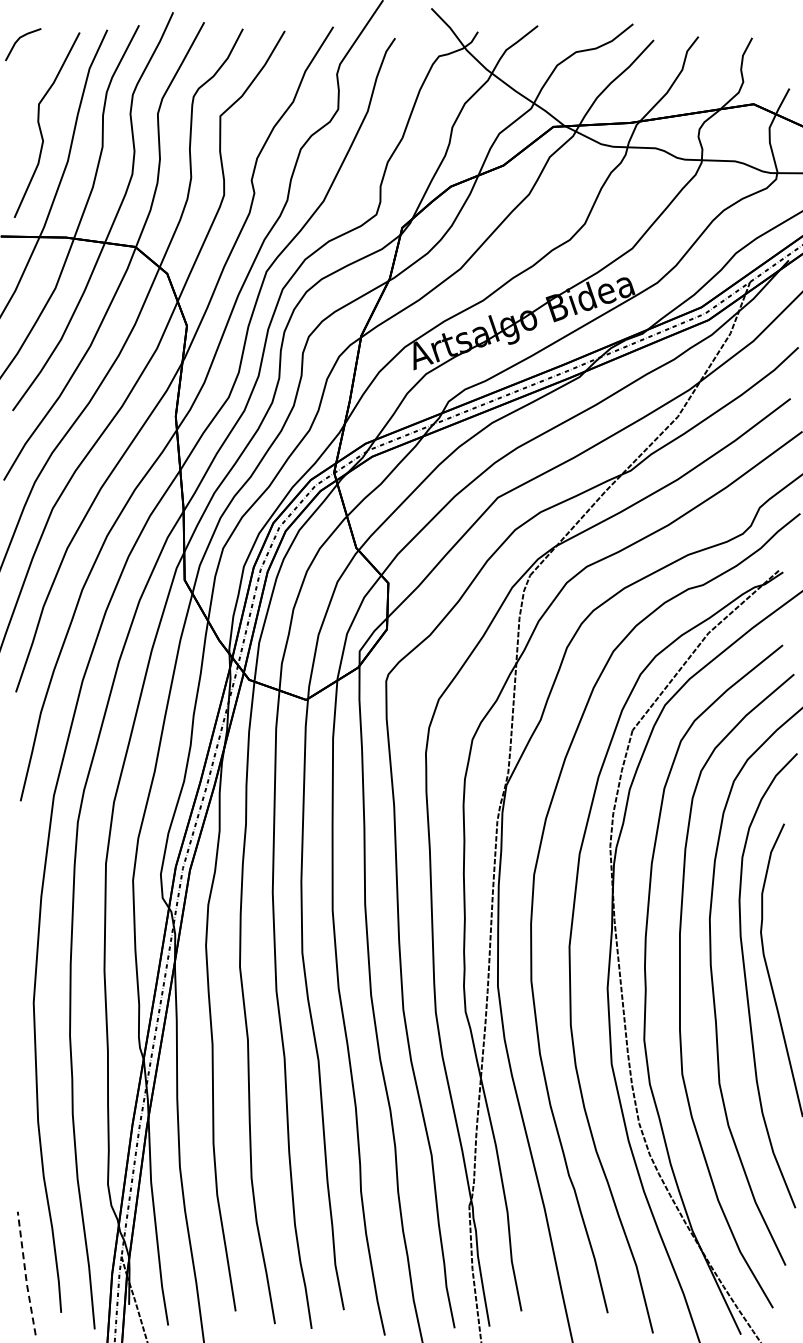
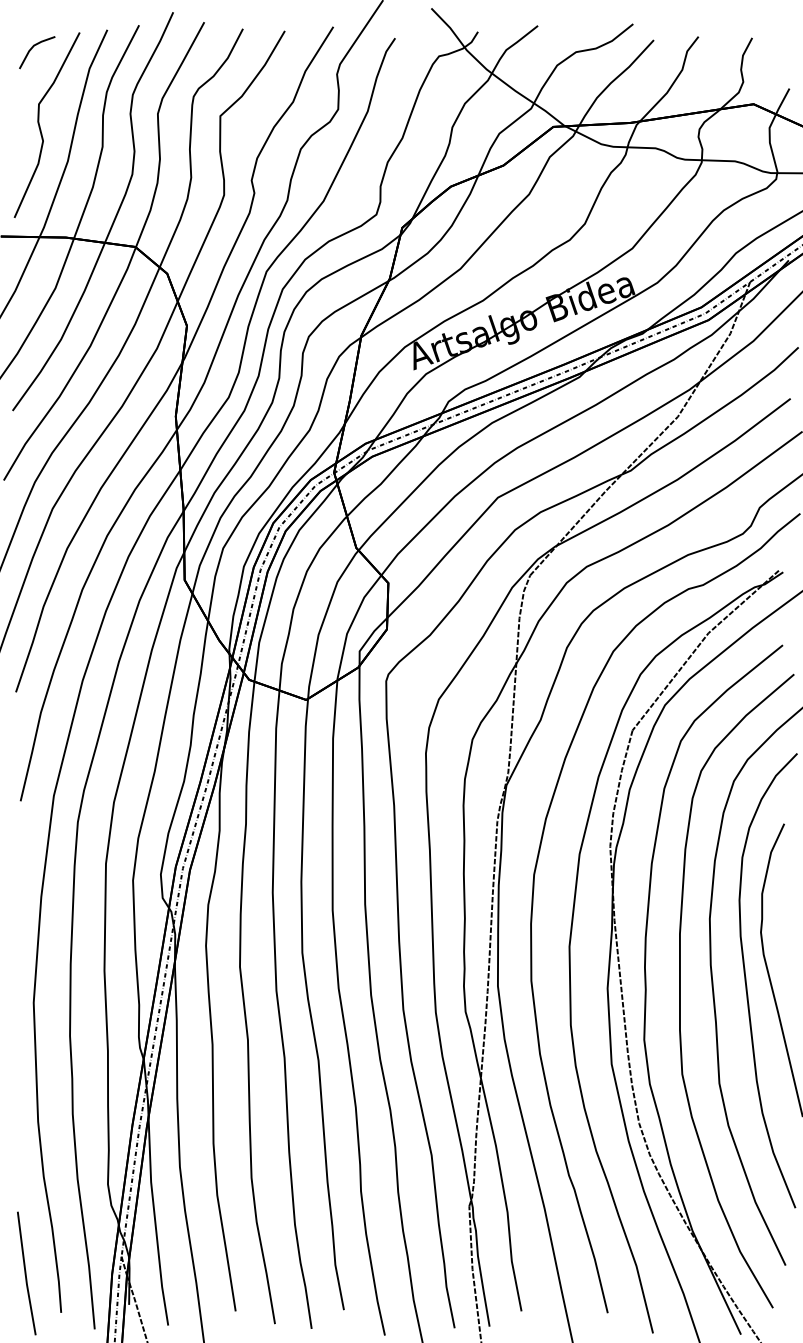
line at (17, 42) position: (17, 42) -> (31, 50)
line at (25, 1273): dashed -> solid
